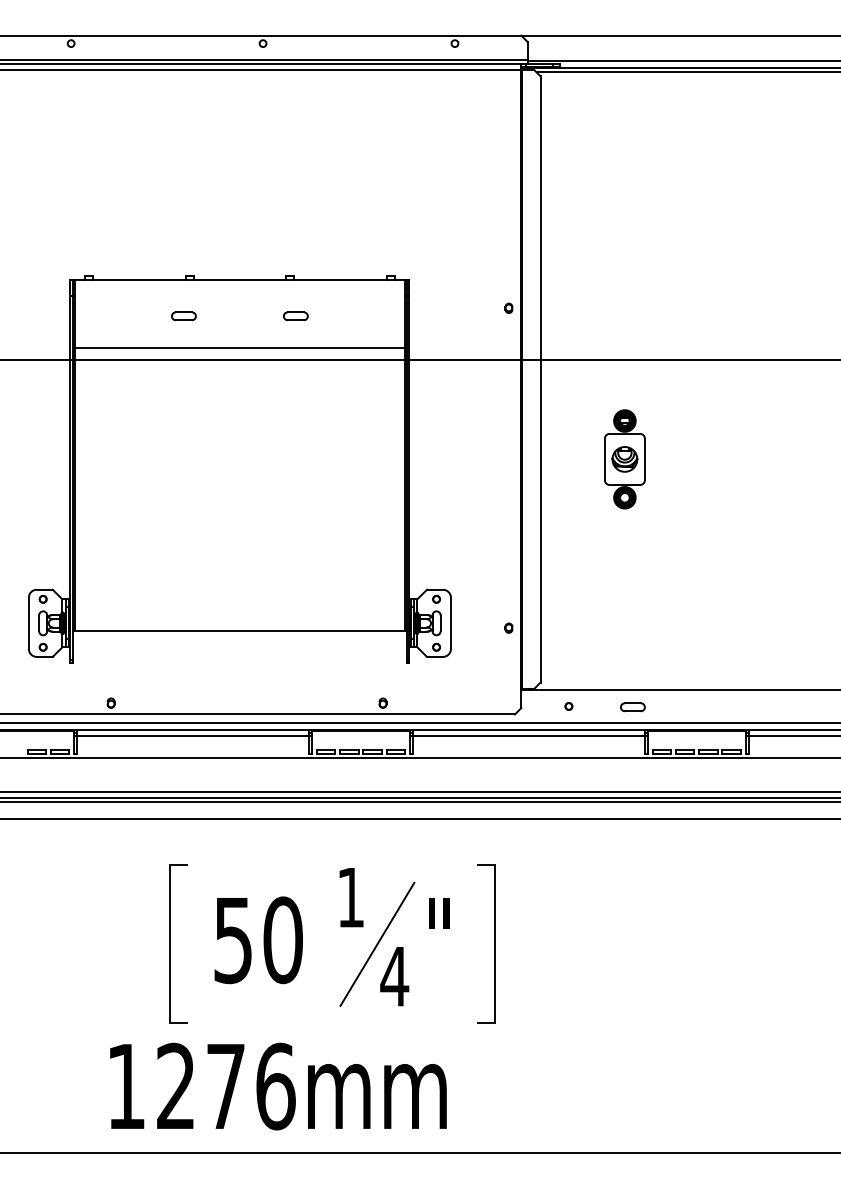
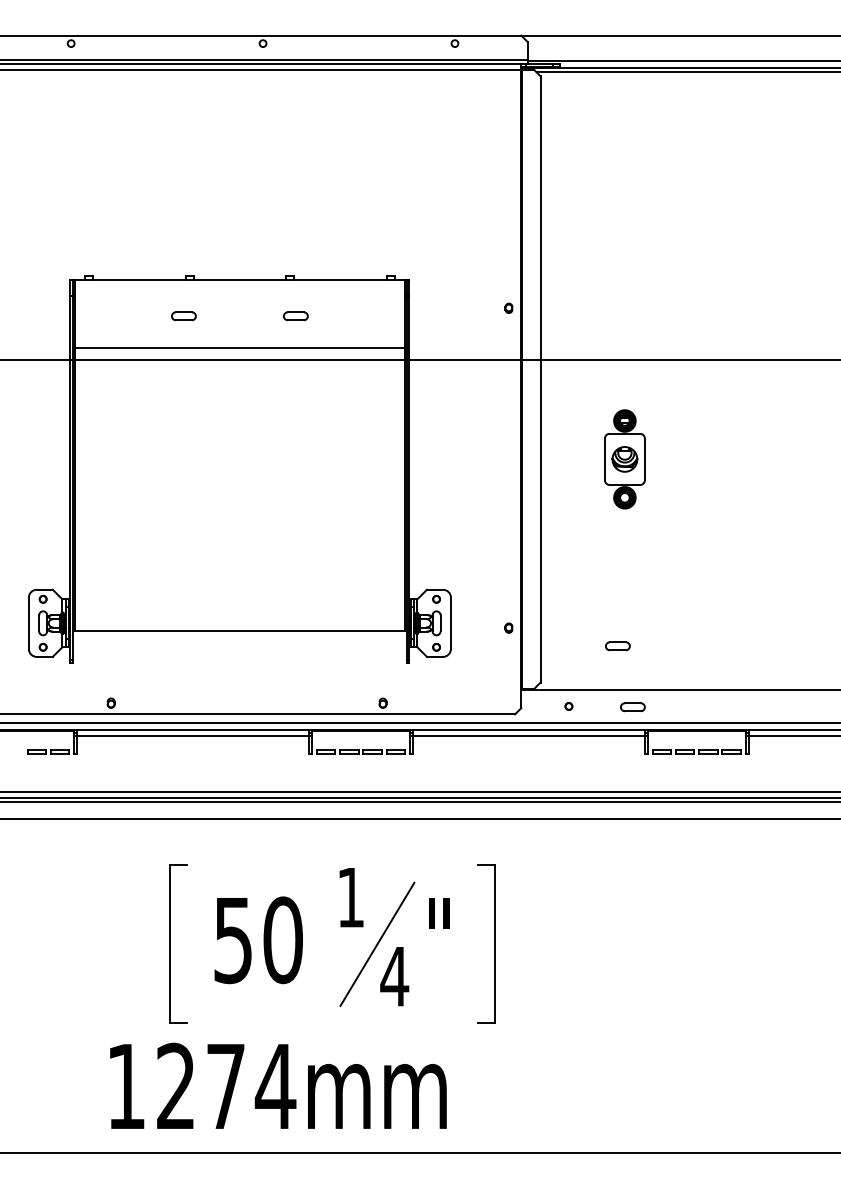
part at (617, 646): none -> present
line at (419, 758): present -> none
text at (275, 1086): 1276mm -> 1274mm
